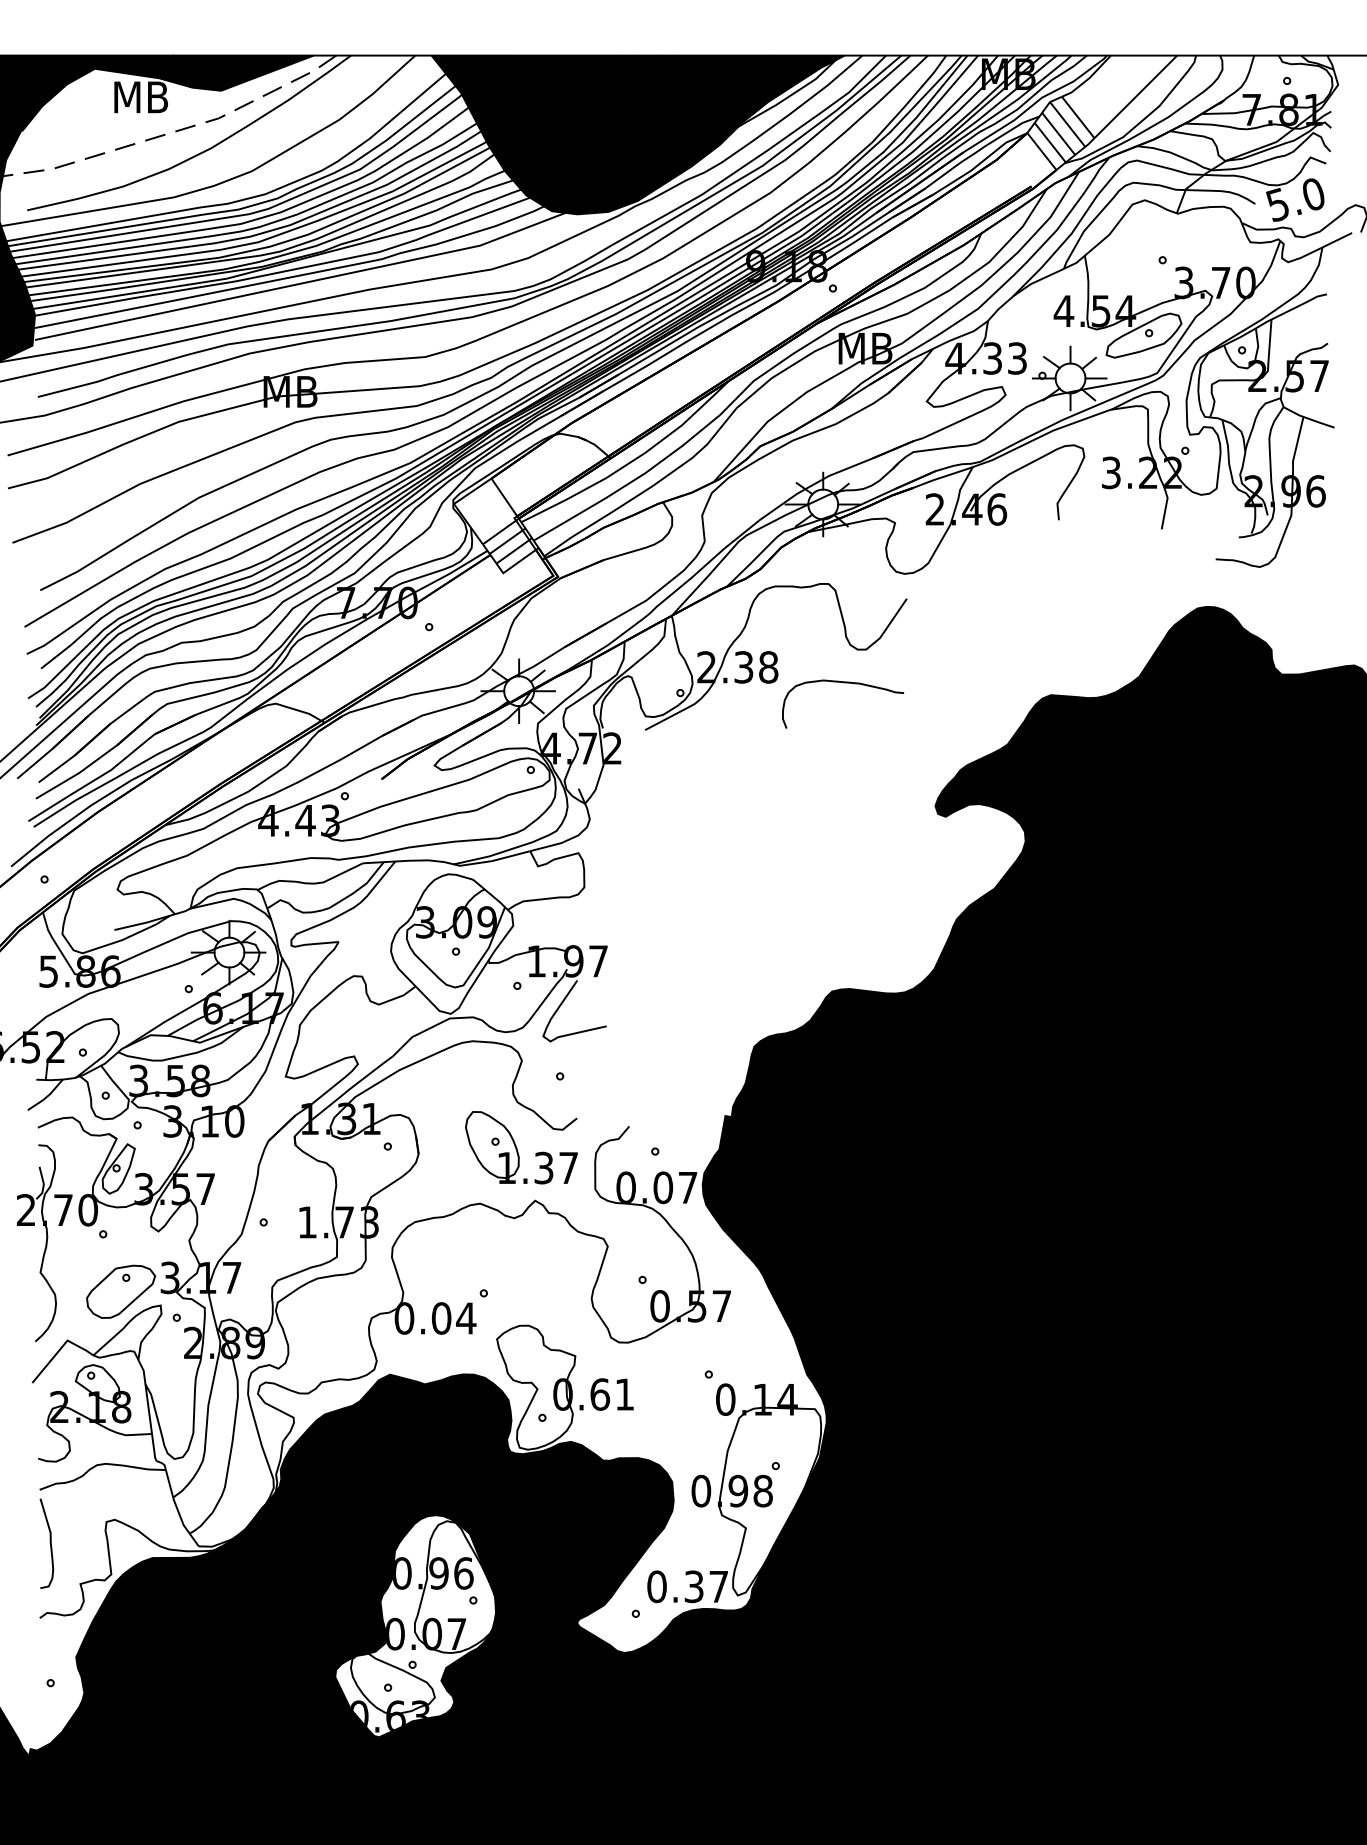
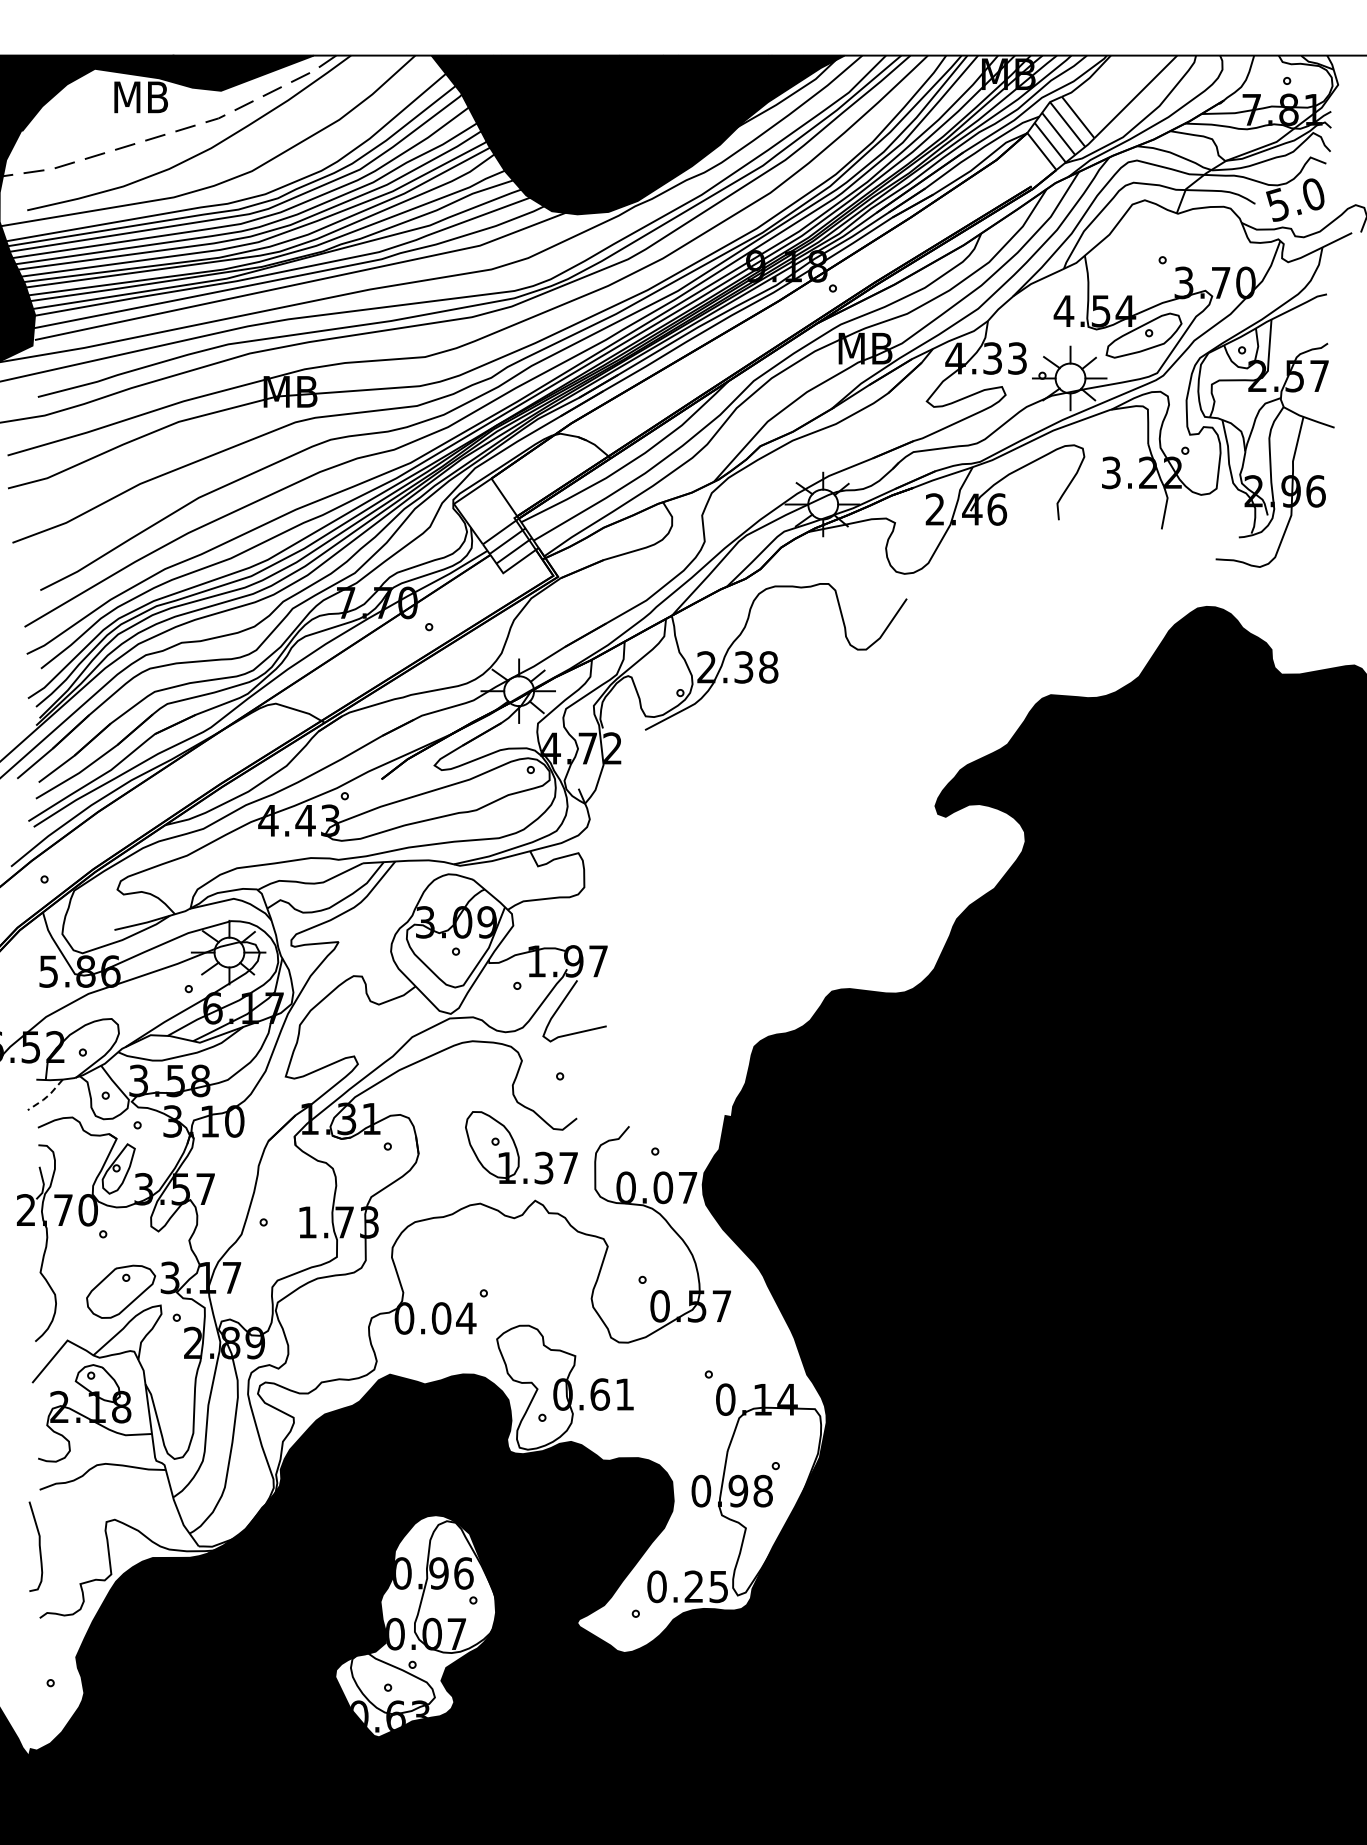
curve at (843, 683): present -> none
line at (46, 1097): solid -> dashed
curve at (49, 1542) position: (49, 1542) -> (38, 1545)
text at (705, 1586): 0.37 -> 0.25
